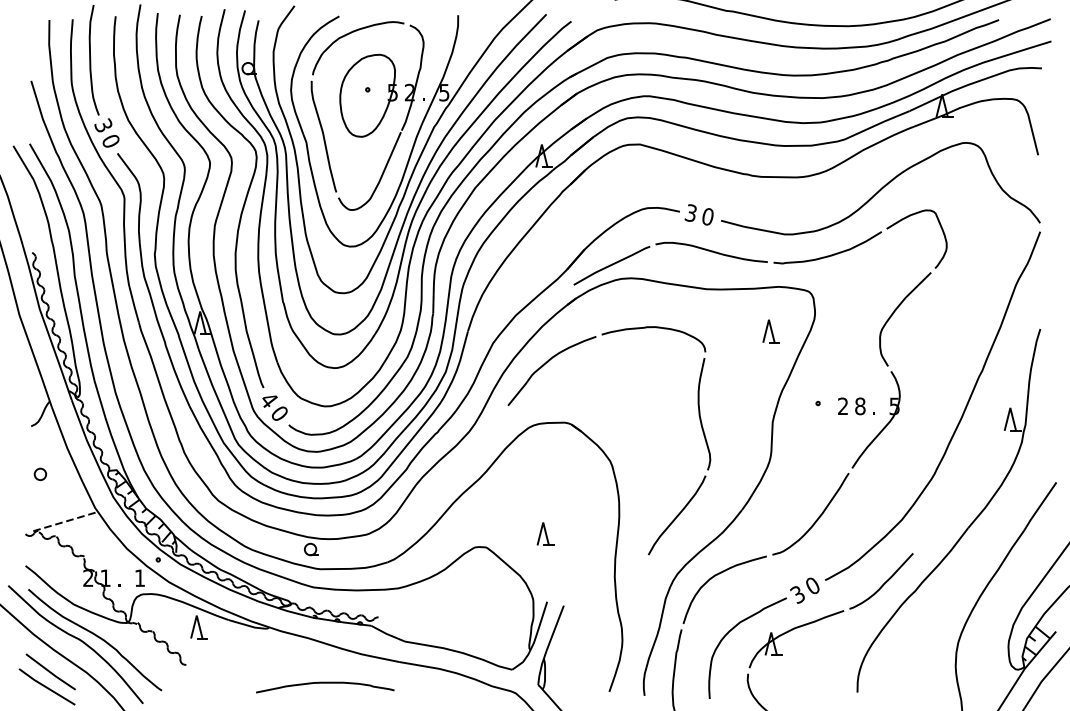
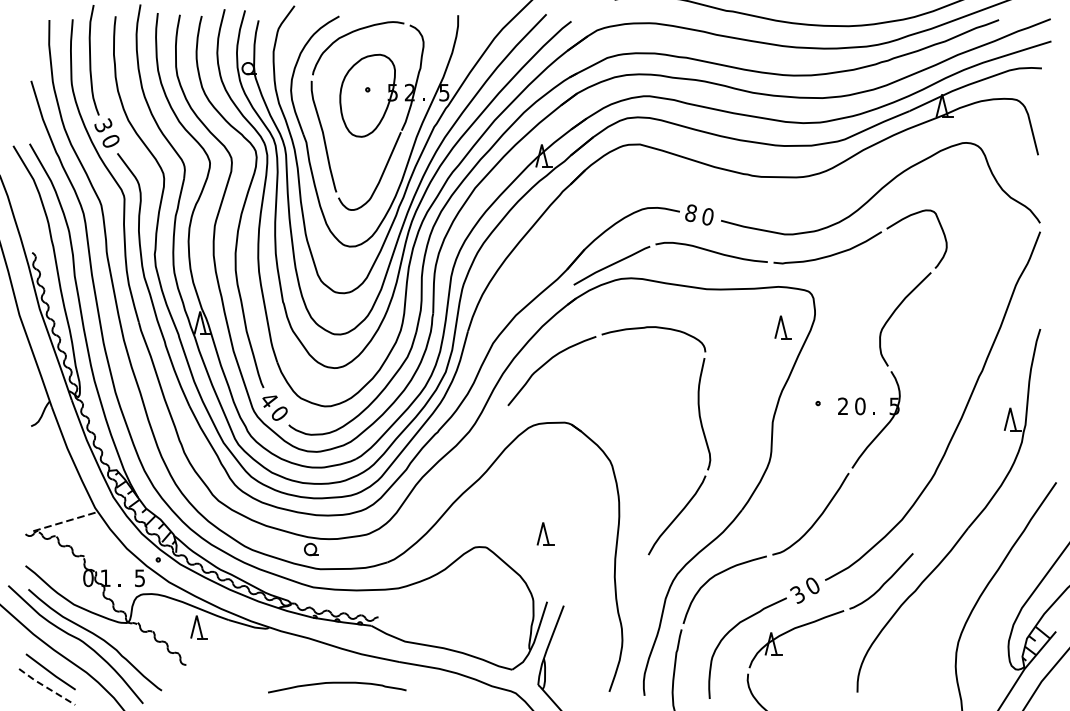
text at (690, 213): 3 -> 8
part at (770, 331) position: (770, 331) -> (782, 327)
text at (860, 405): 8 -> 0
circle at (40, 473): present -> none
text at (88, 578): 2 -> 0
text at (139, 578): 1 -> 5
curve at (325, 683) position: (325, 683) -> (337, 683)
line at (46, 687): solid -> dashed
